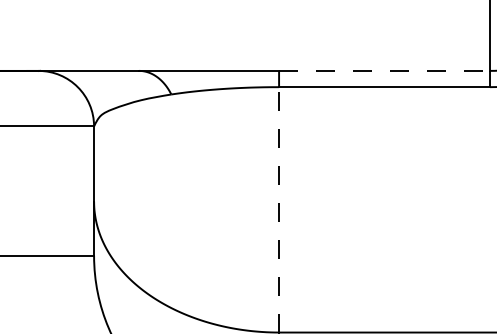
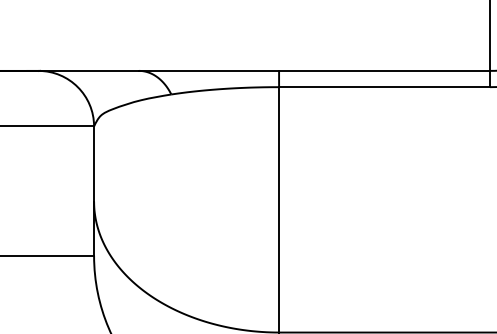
line at (385, 70): dashed -> solid
line at (279, 209): dashed -> solid
